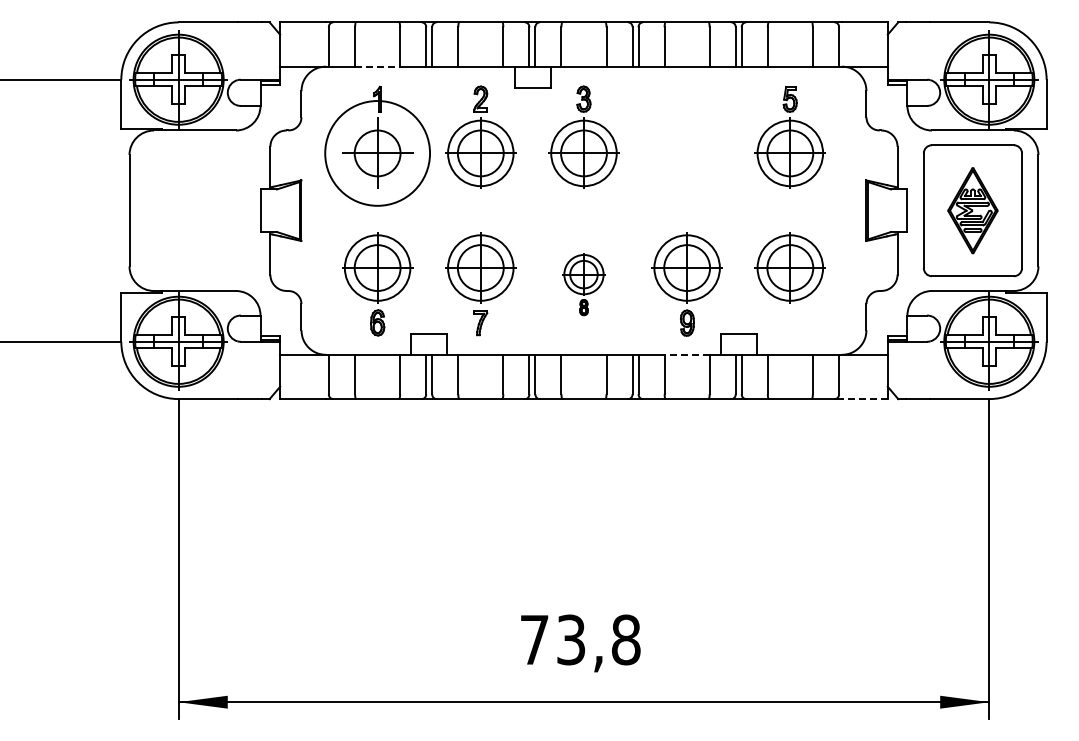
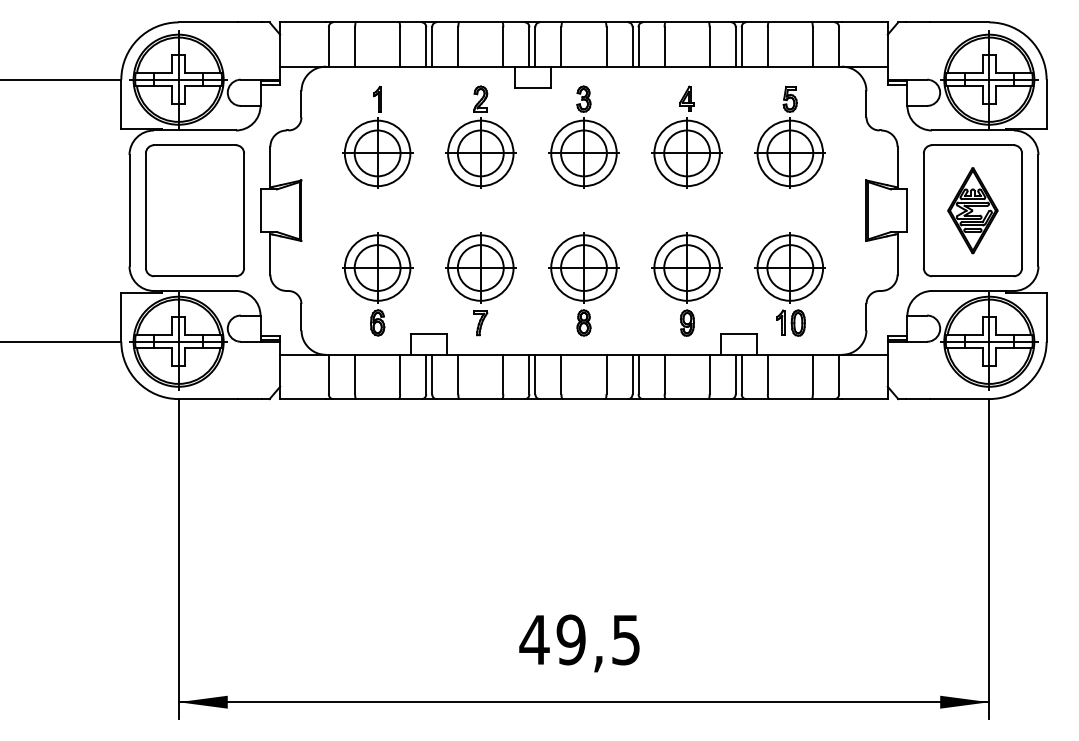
line at (377, 66): dashed -> solid
part at (686, 136): none -> present
circle at (377, 153) diameter: 105 px -> 66 px
part at (194, 210): none -> present
part at (583, 284) size: 44x64 px -> 72x105 px
part at (790, 322): none -> present
line at (687, 354): dashed -> solid
line at (864, 399): dashed -> solid
text at (579, 639): 73,8 -> 49,5
